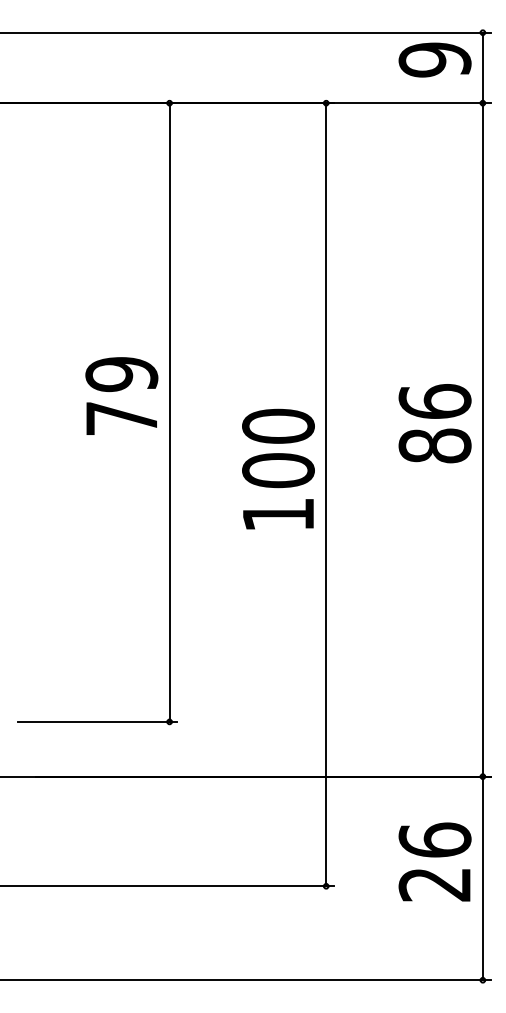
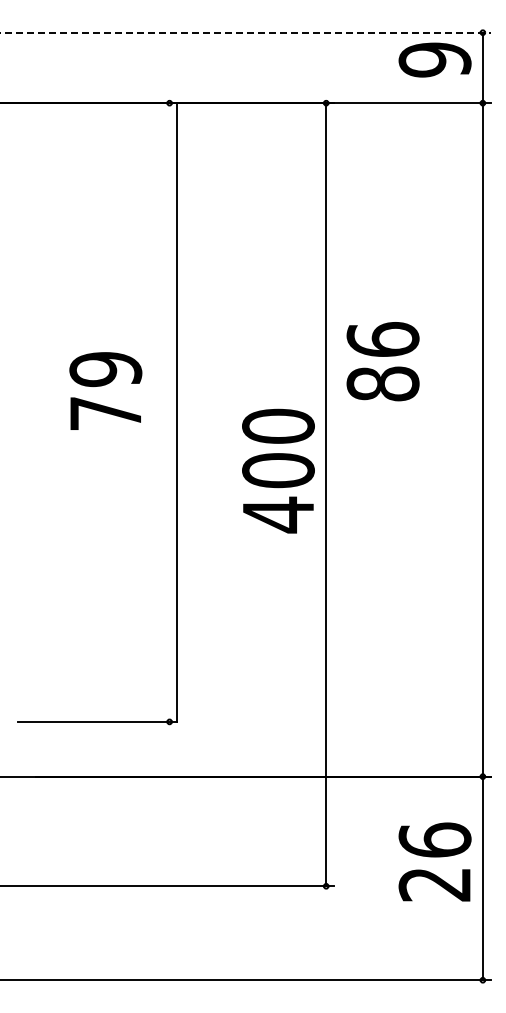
line at (245, 32): solid -> dashed
text at (121, 395) position: (121, 395) -> (105, 390)
line at (169, 412) position: (169, 412) -> (176, 412)
text at (434, 423) position: (434, 423) -> (382, 361)
text at (278, 514): 100 -> 400
